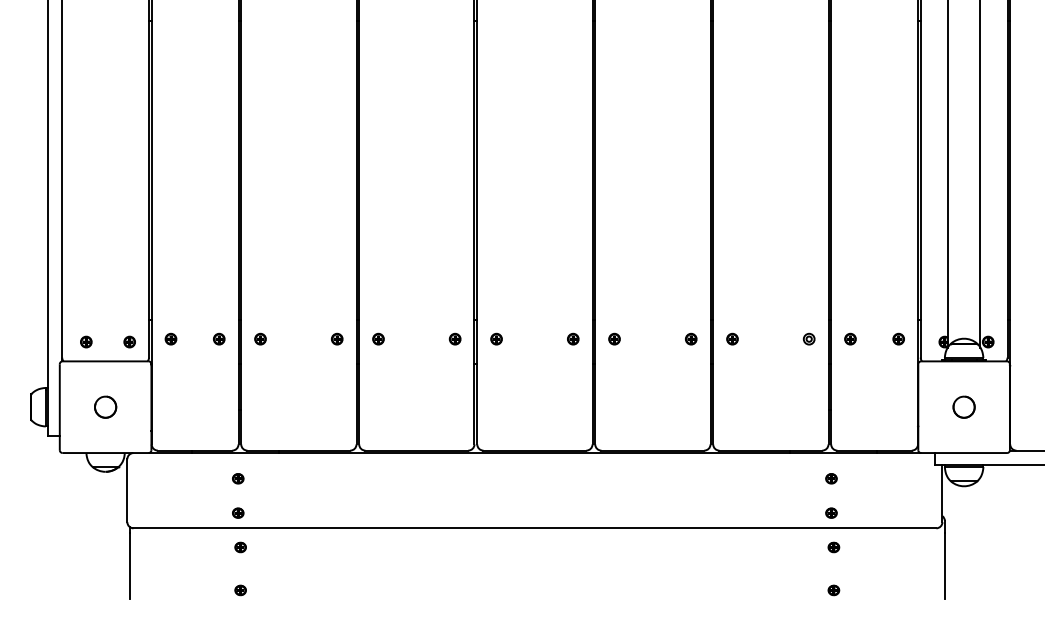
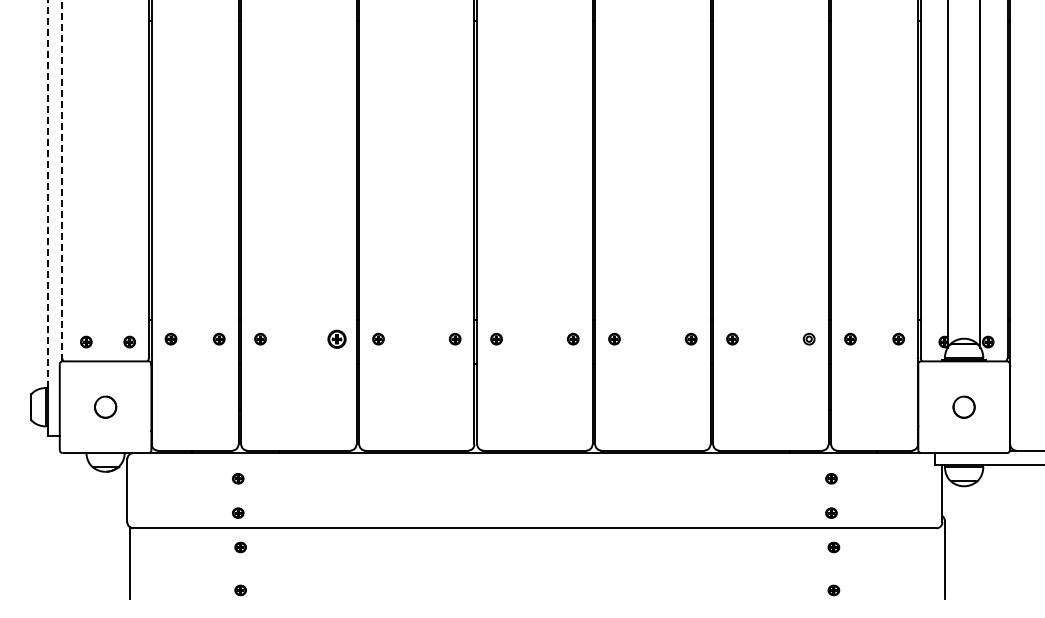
line at (62, 180): solid -> dashed
line at (47, 193): solid -> dashed
part at (337, 338) size: 13x14 px -> 20x20 px
